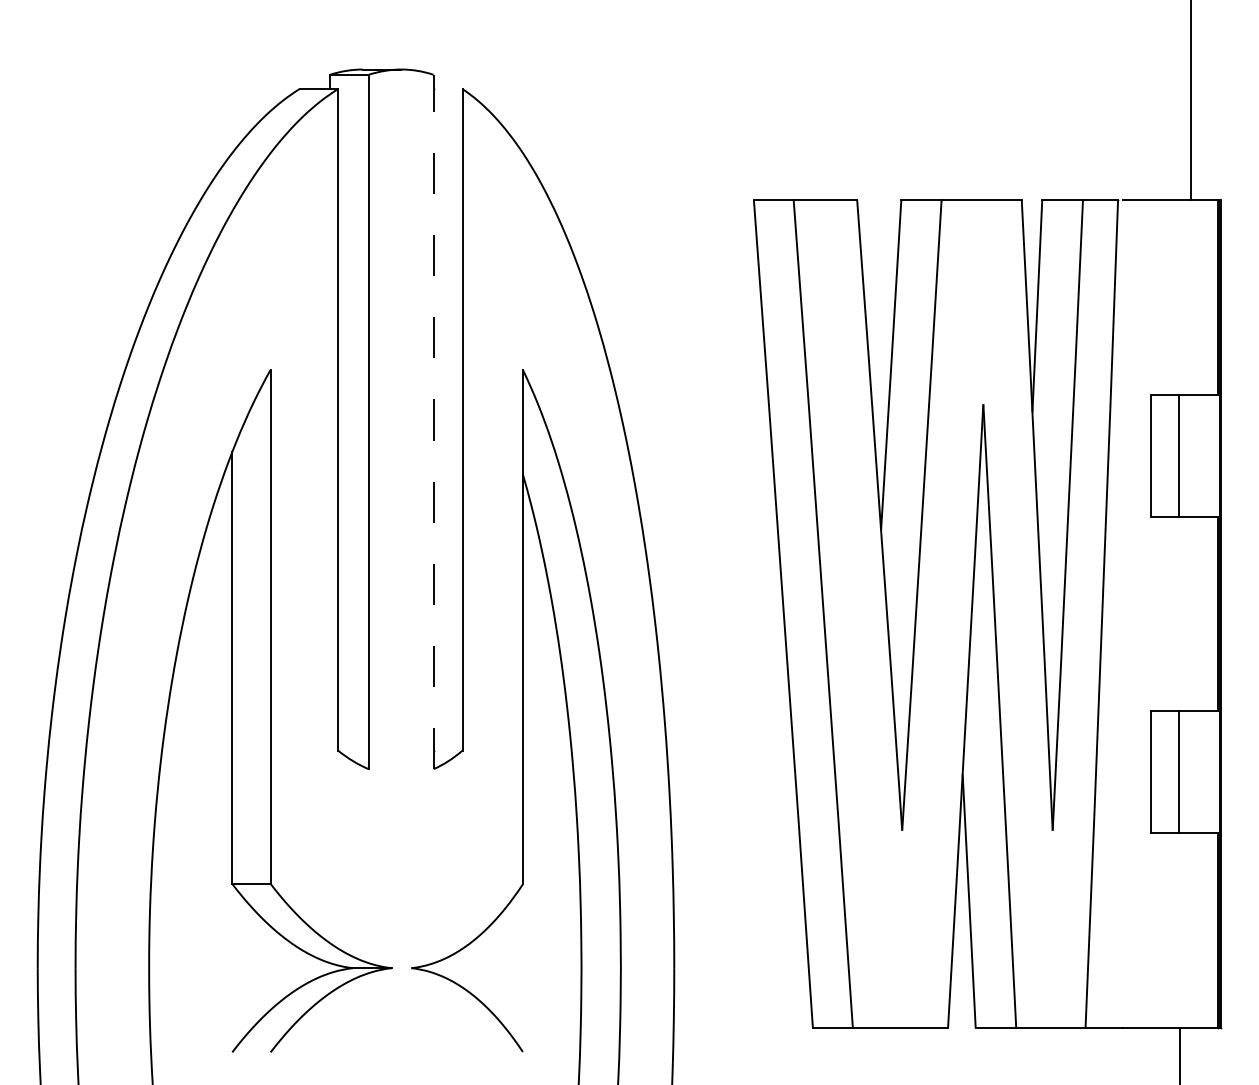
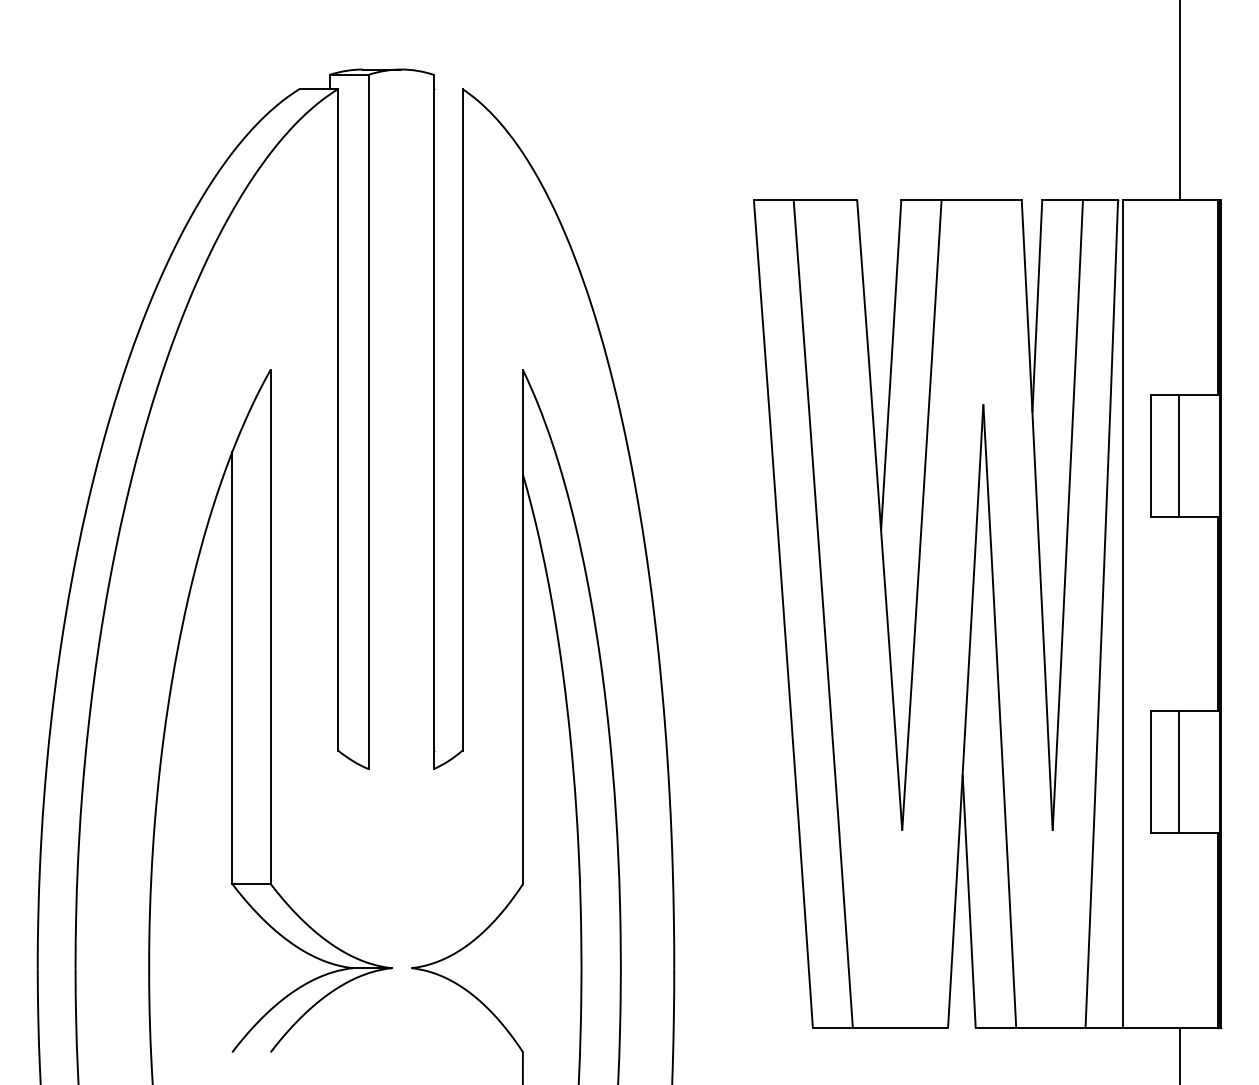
line at (1191, 101) position: (1191, 101) -> (1180, 101)
line at (433, 421): dashed -> solid
line at (1123, 614): none -> present
line at (522, 1066): none -> present
